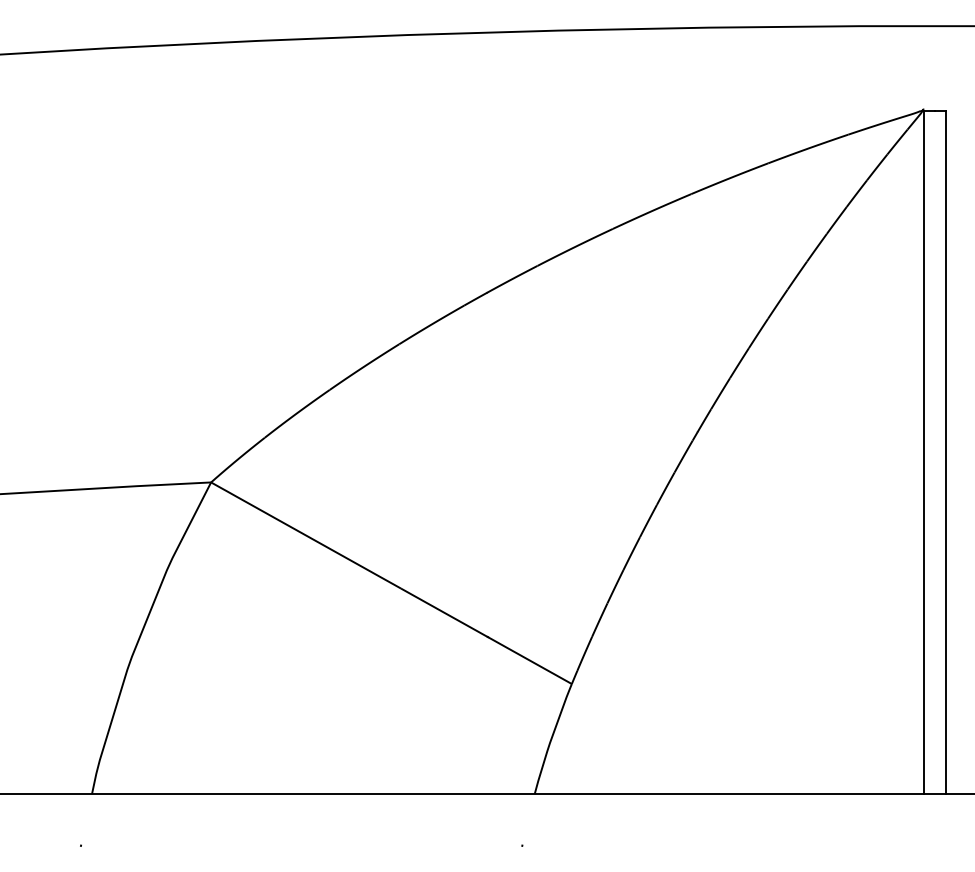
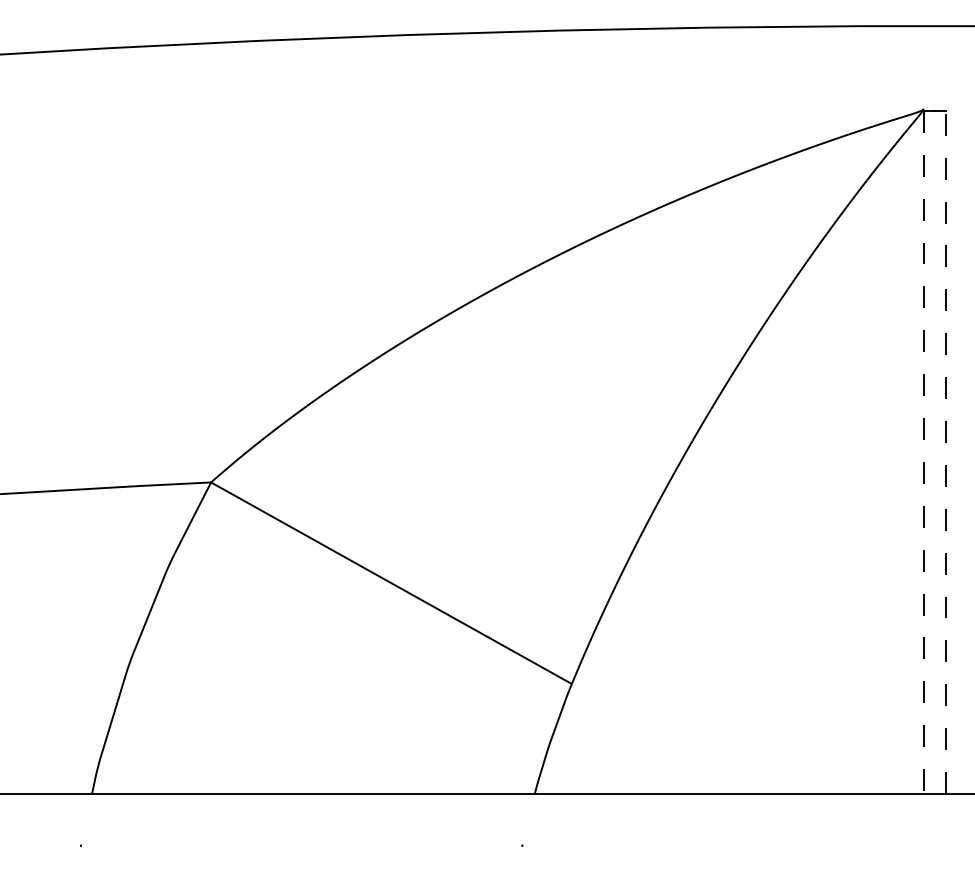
line at (923, 452): solid -> dashed
line at (945, 452): solid -> dashed
